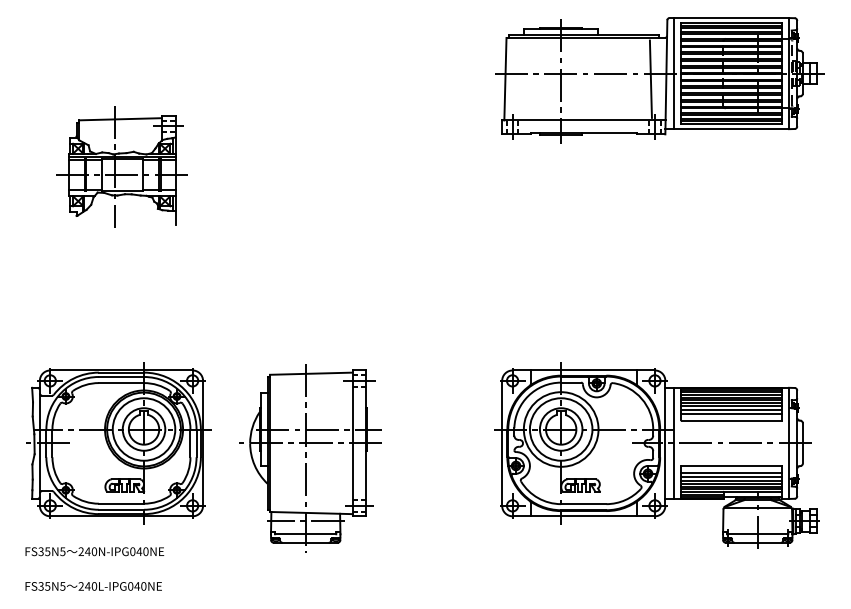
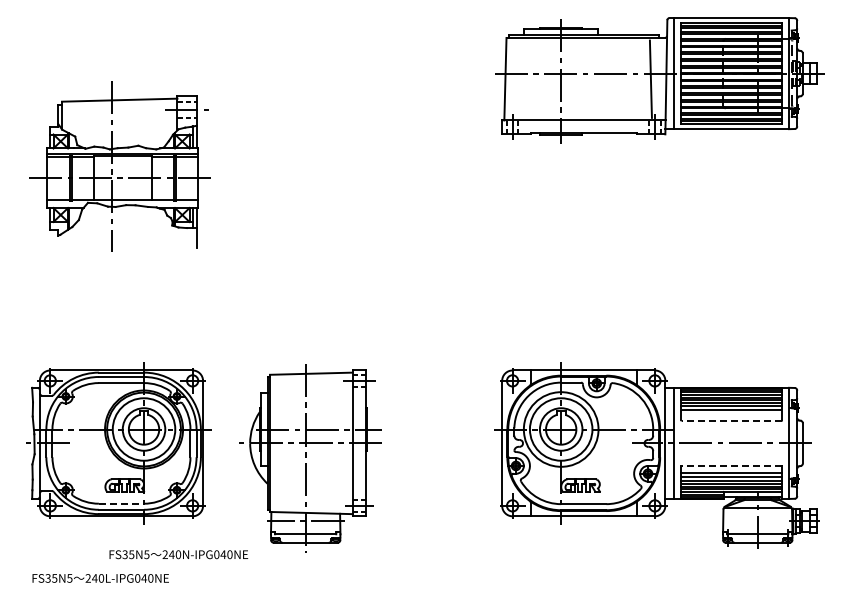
part at (121, 166) size: 132x122 px -> 182x171 px
line at (731, 413): present -> none
line at (731, 420): solid -> dashed
line at (731, 465): solid -> dashed
line at (121, 503): solid -> dashed
text at (94, 551) position: (94, 551) -> (178, 554)
text at (93, 586) position: (93, 586) -> (100, 578)
